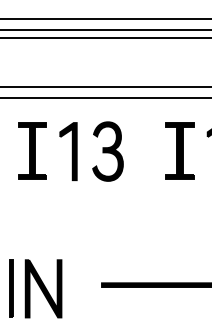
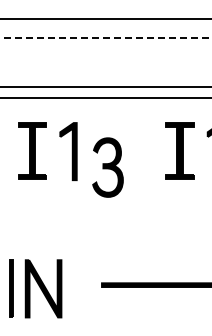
line at (105, 30): present -> none
line at (105, 37): solid -> dashed
part at (107, 151) position: (107, 151) -> (107, 167)
